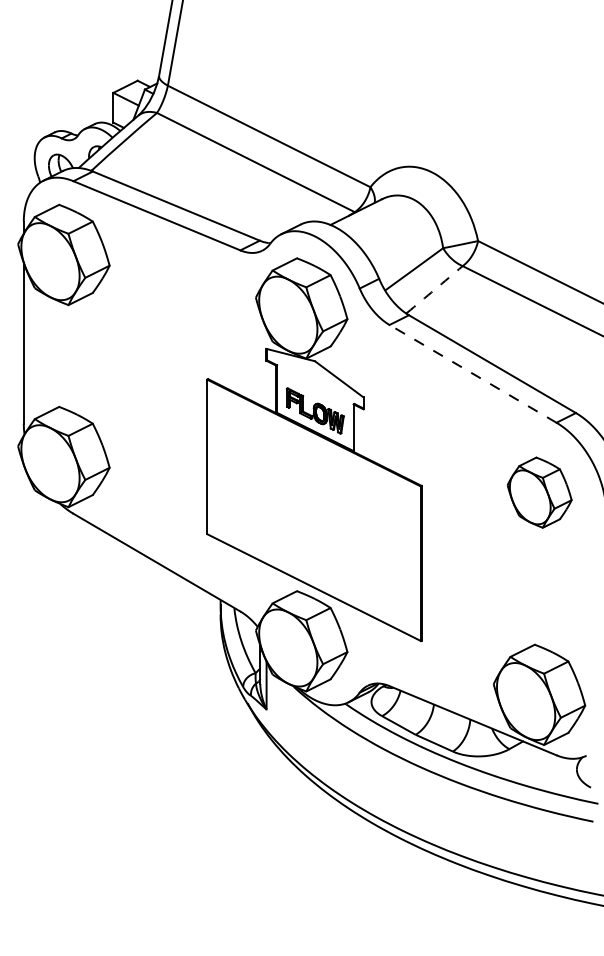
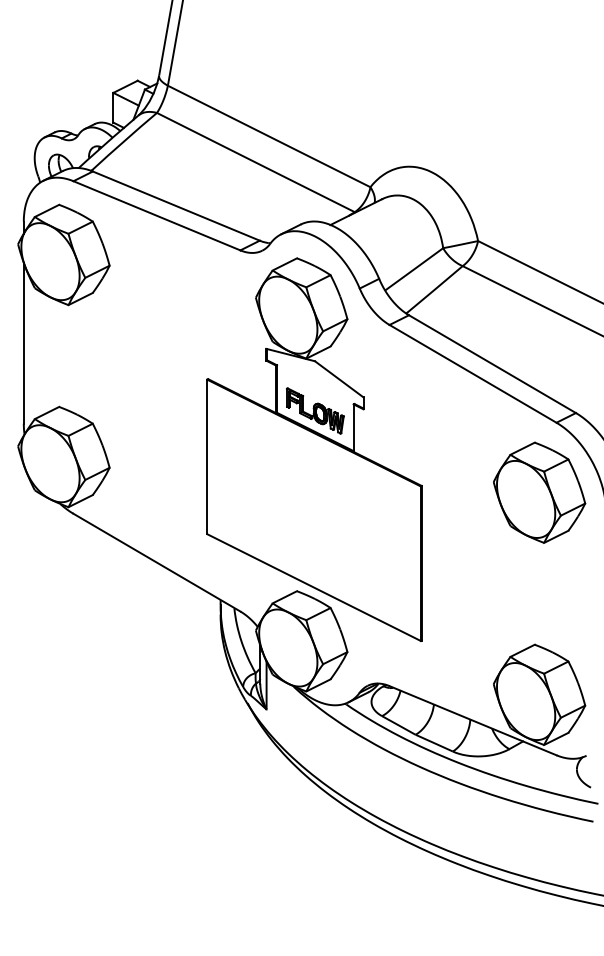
arc at (434, 289): dashed -> solid
line at (473, 373): dashed -> solid
part at (539, 492) size: 67x73 px -> 94x103 px
